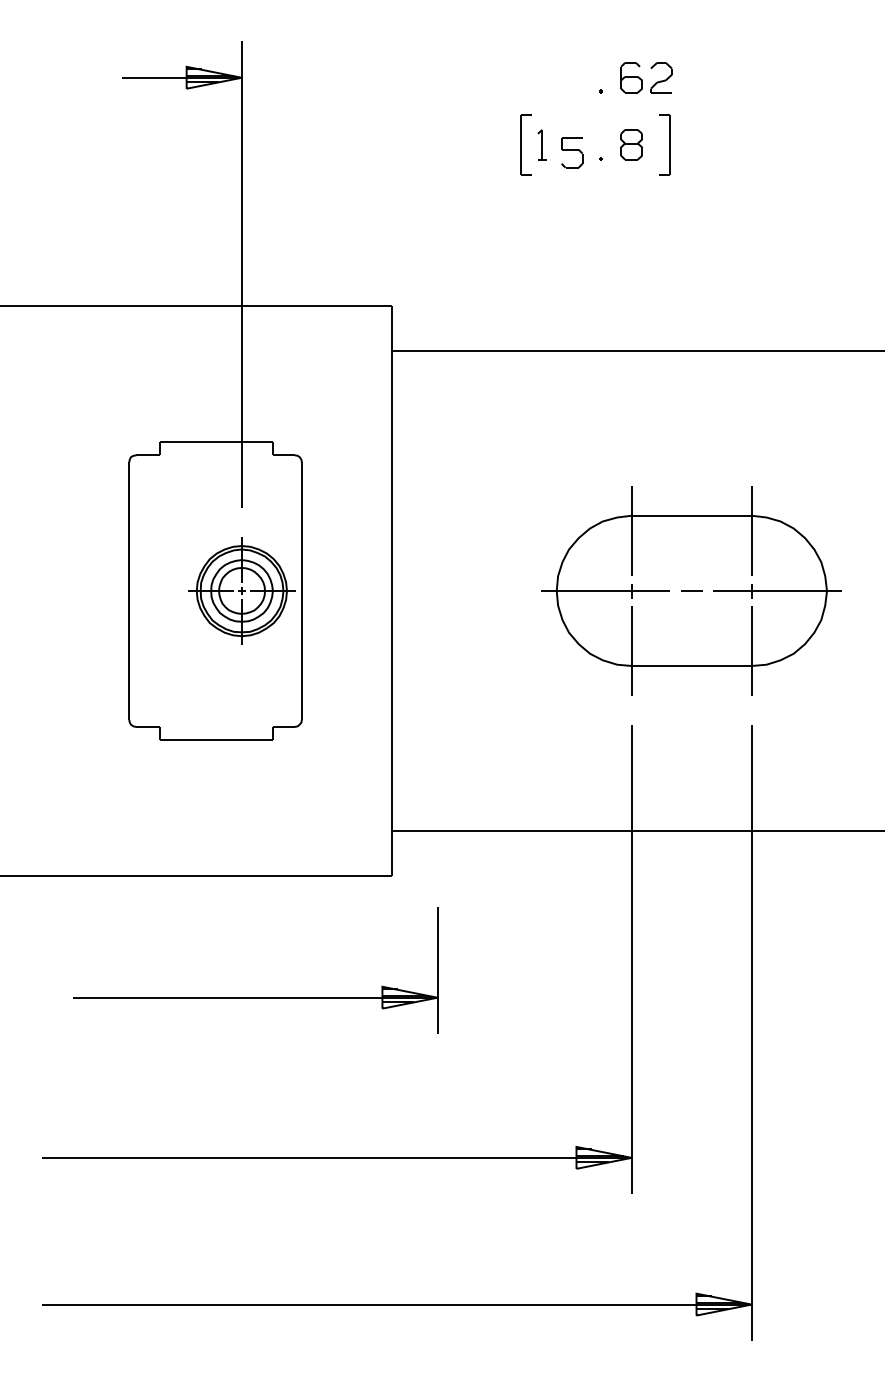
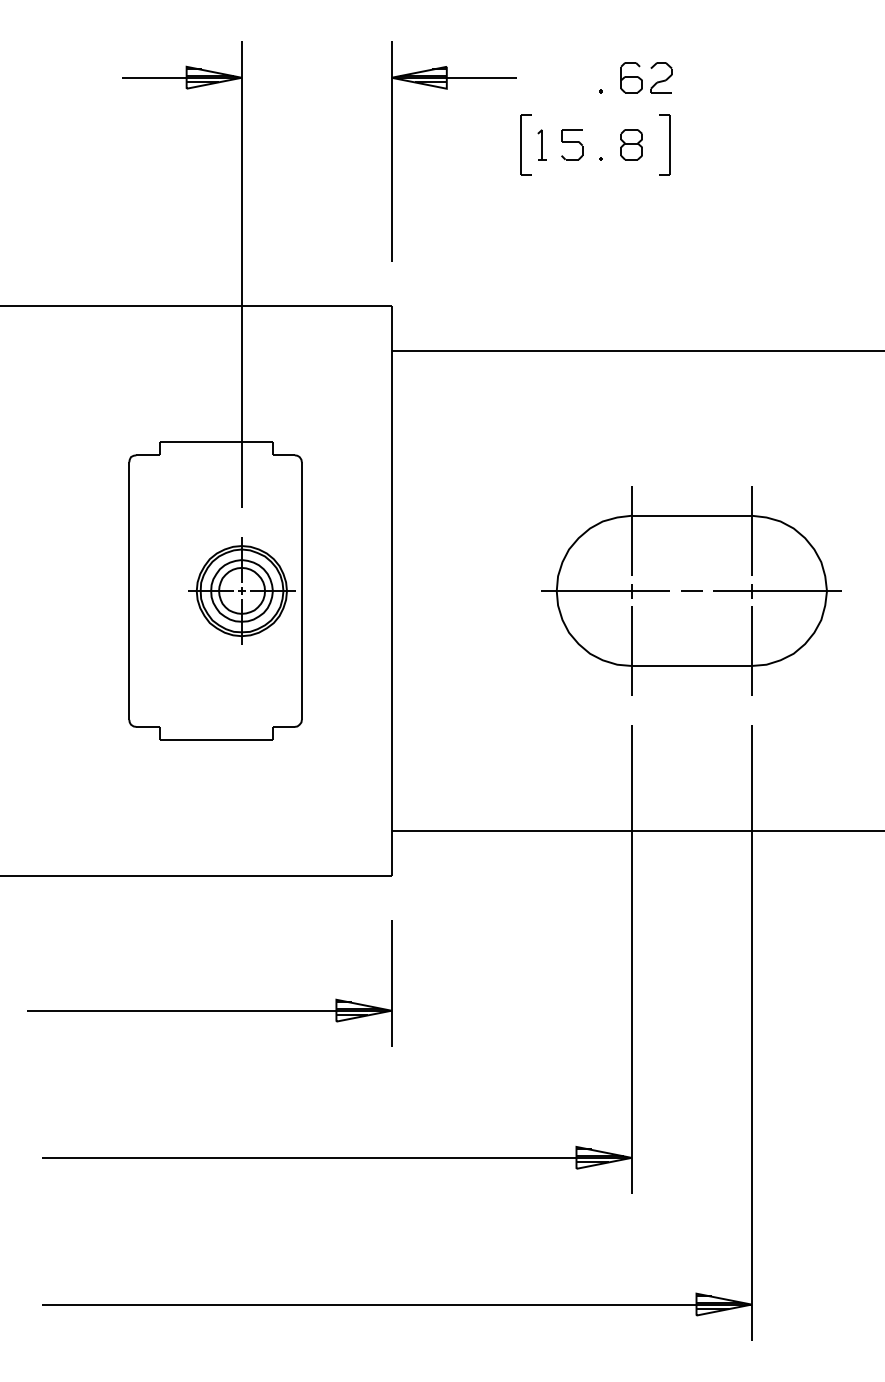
part at (392, 151): none -> present
part at (572, 152) position: (572, 152) -> (572, 144)
part at (255, 997) position: (255, 997) -> (209, 1010)
